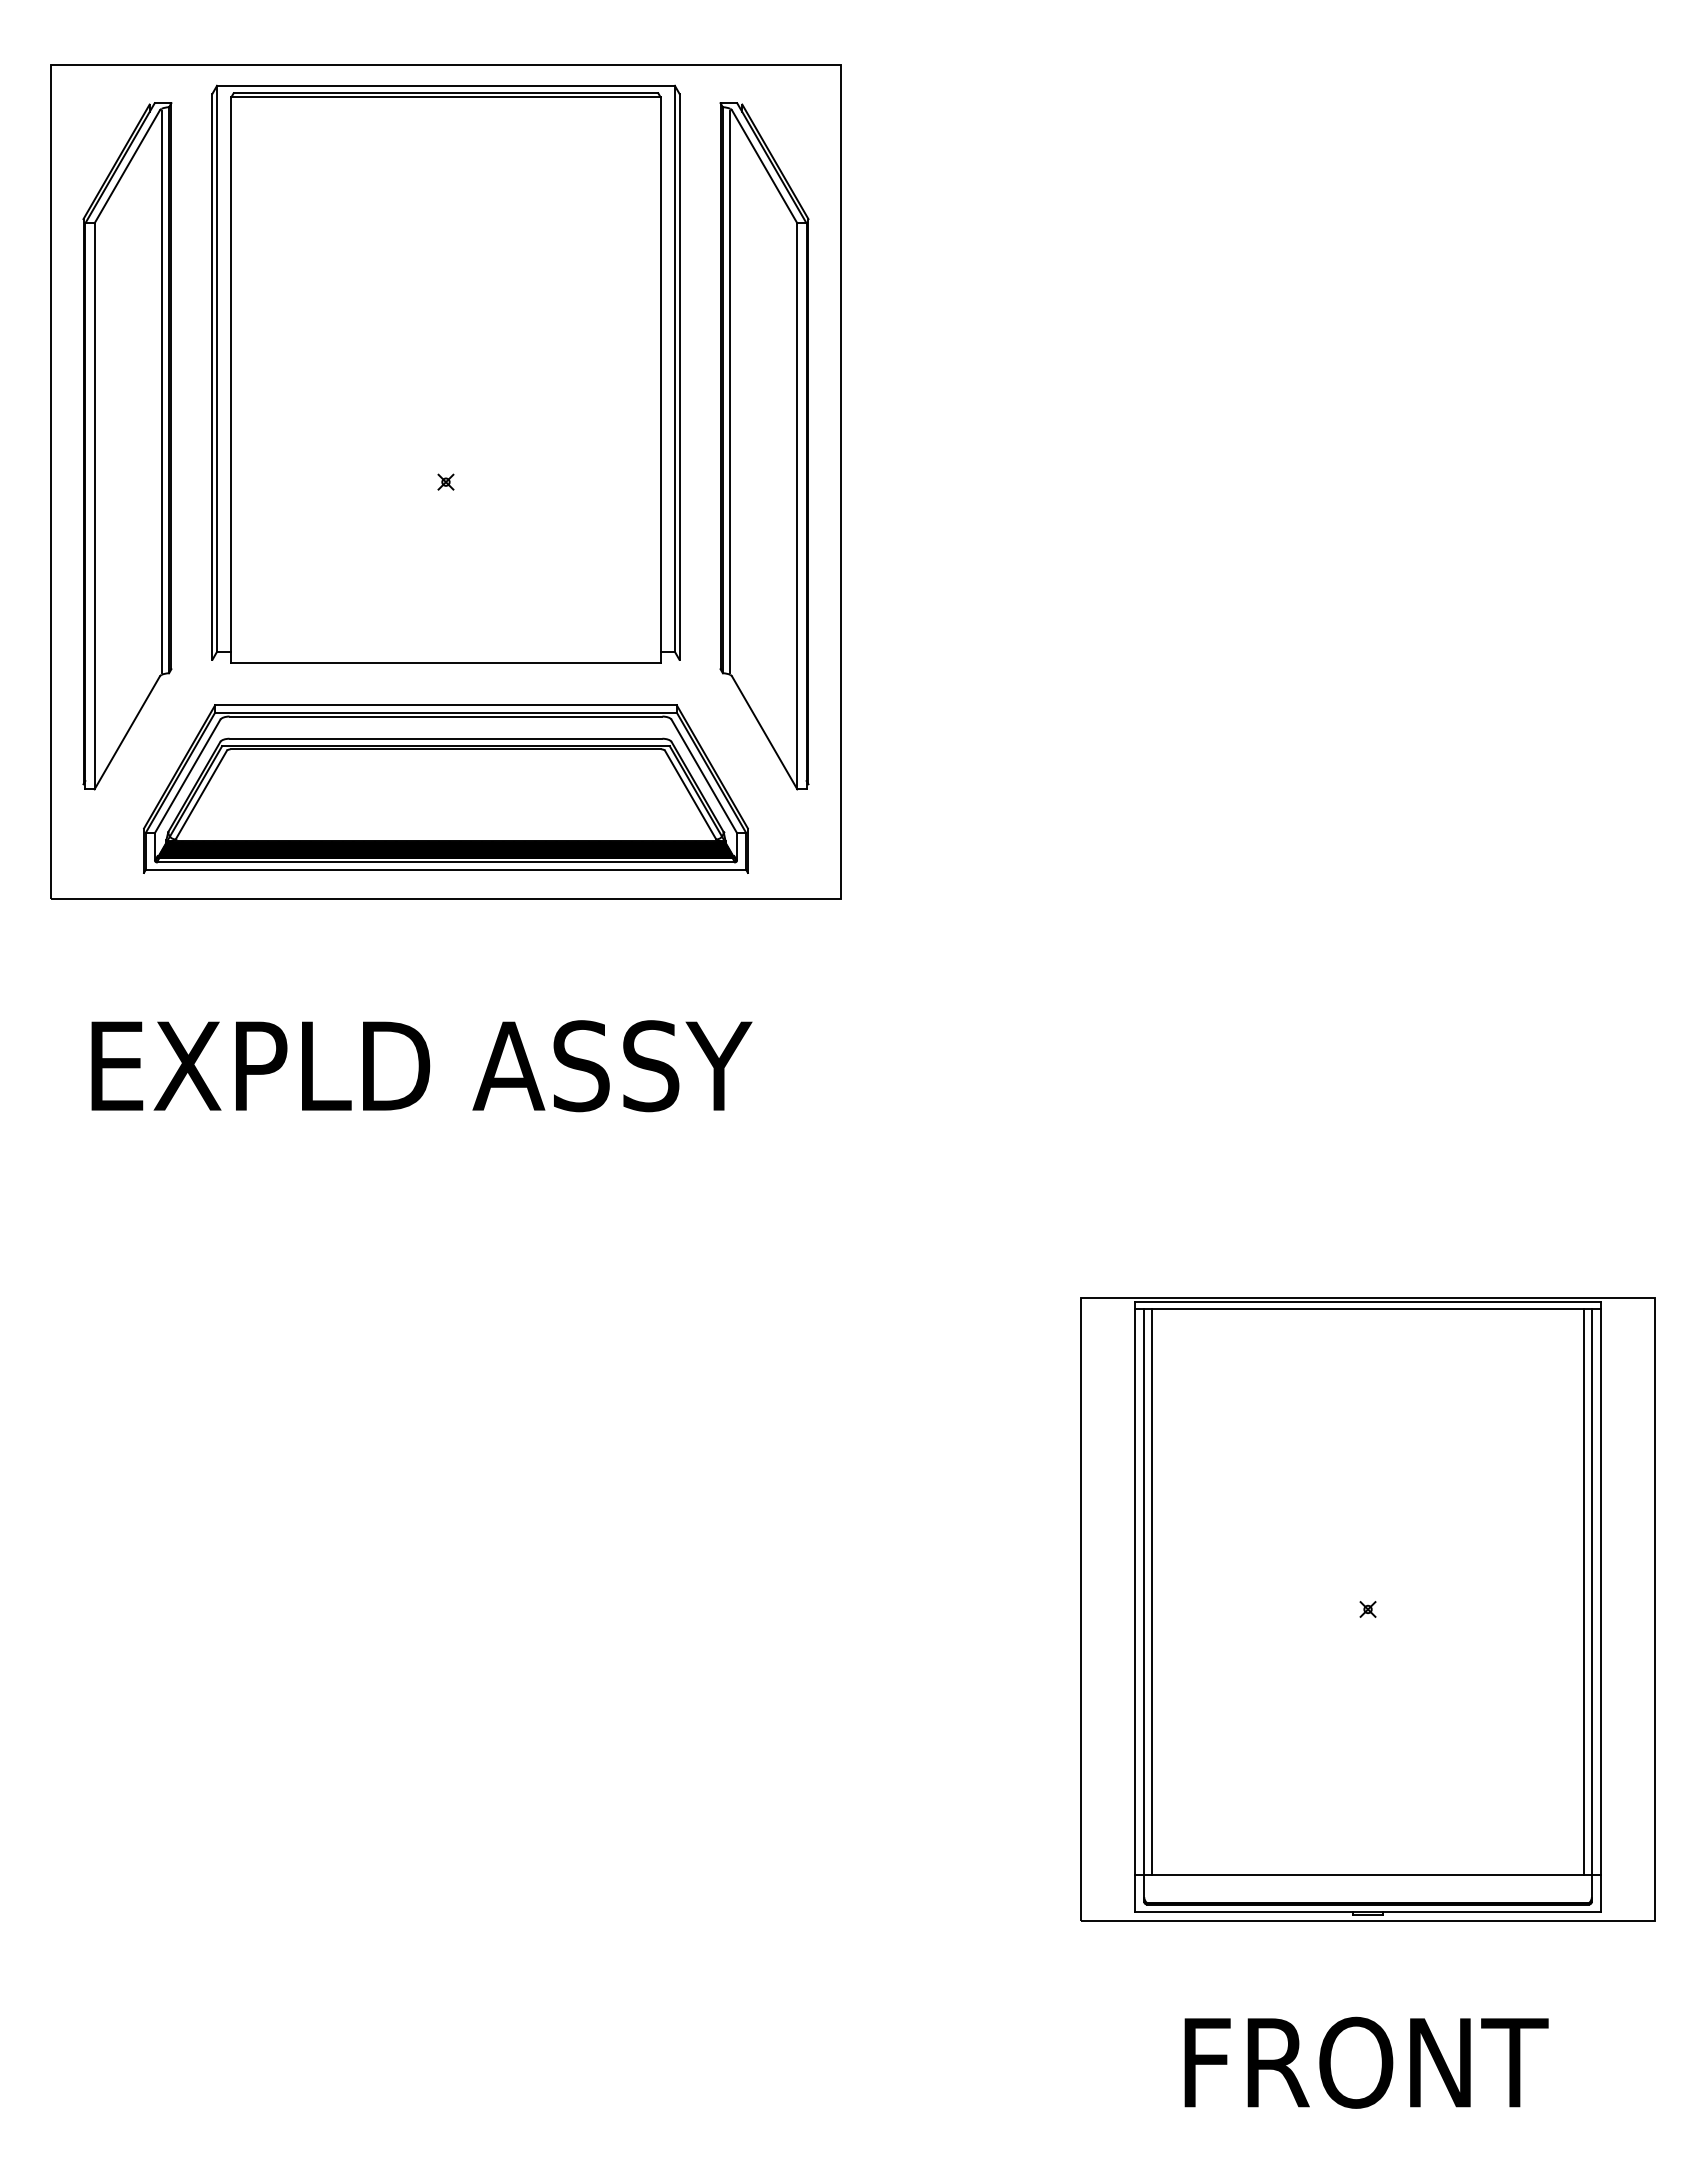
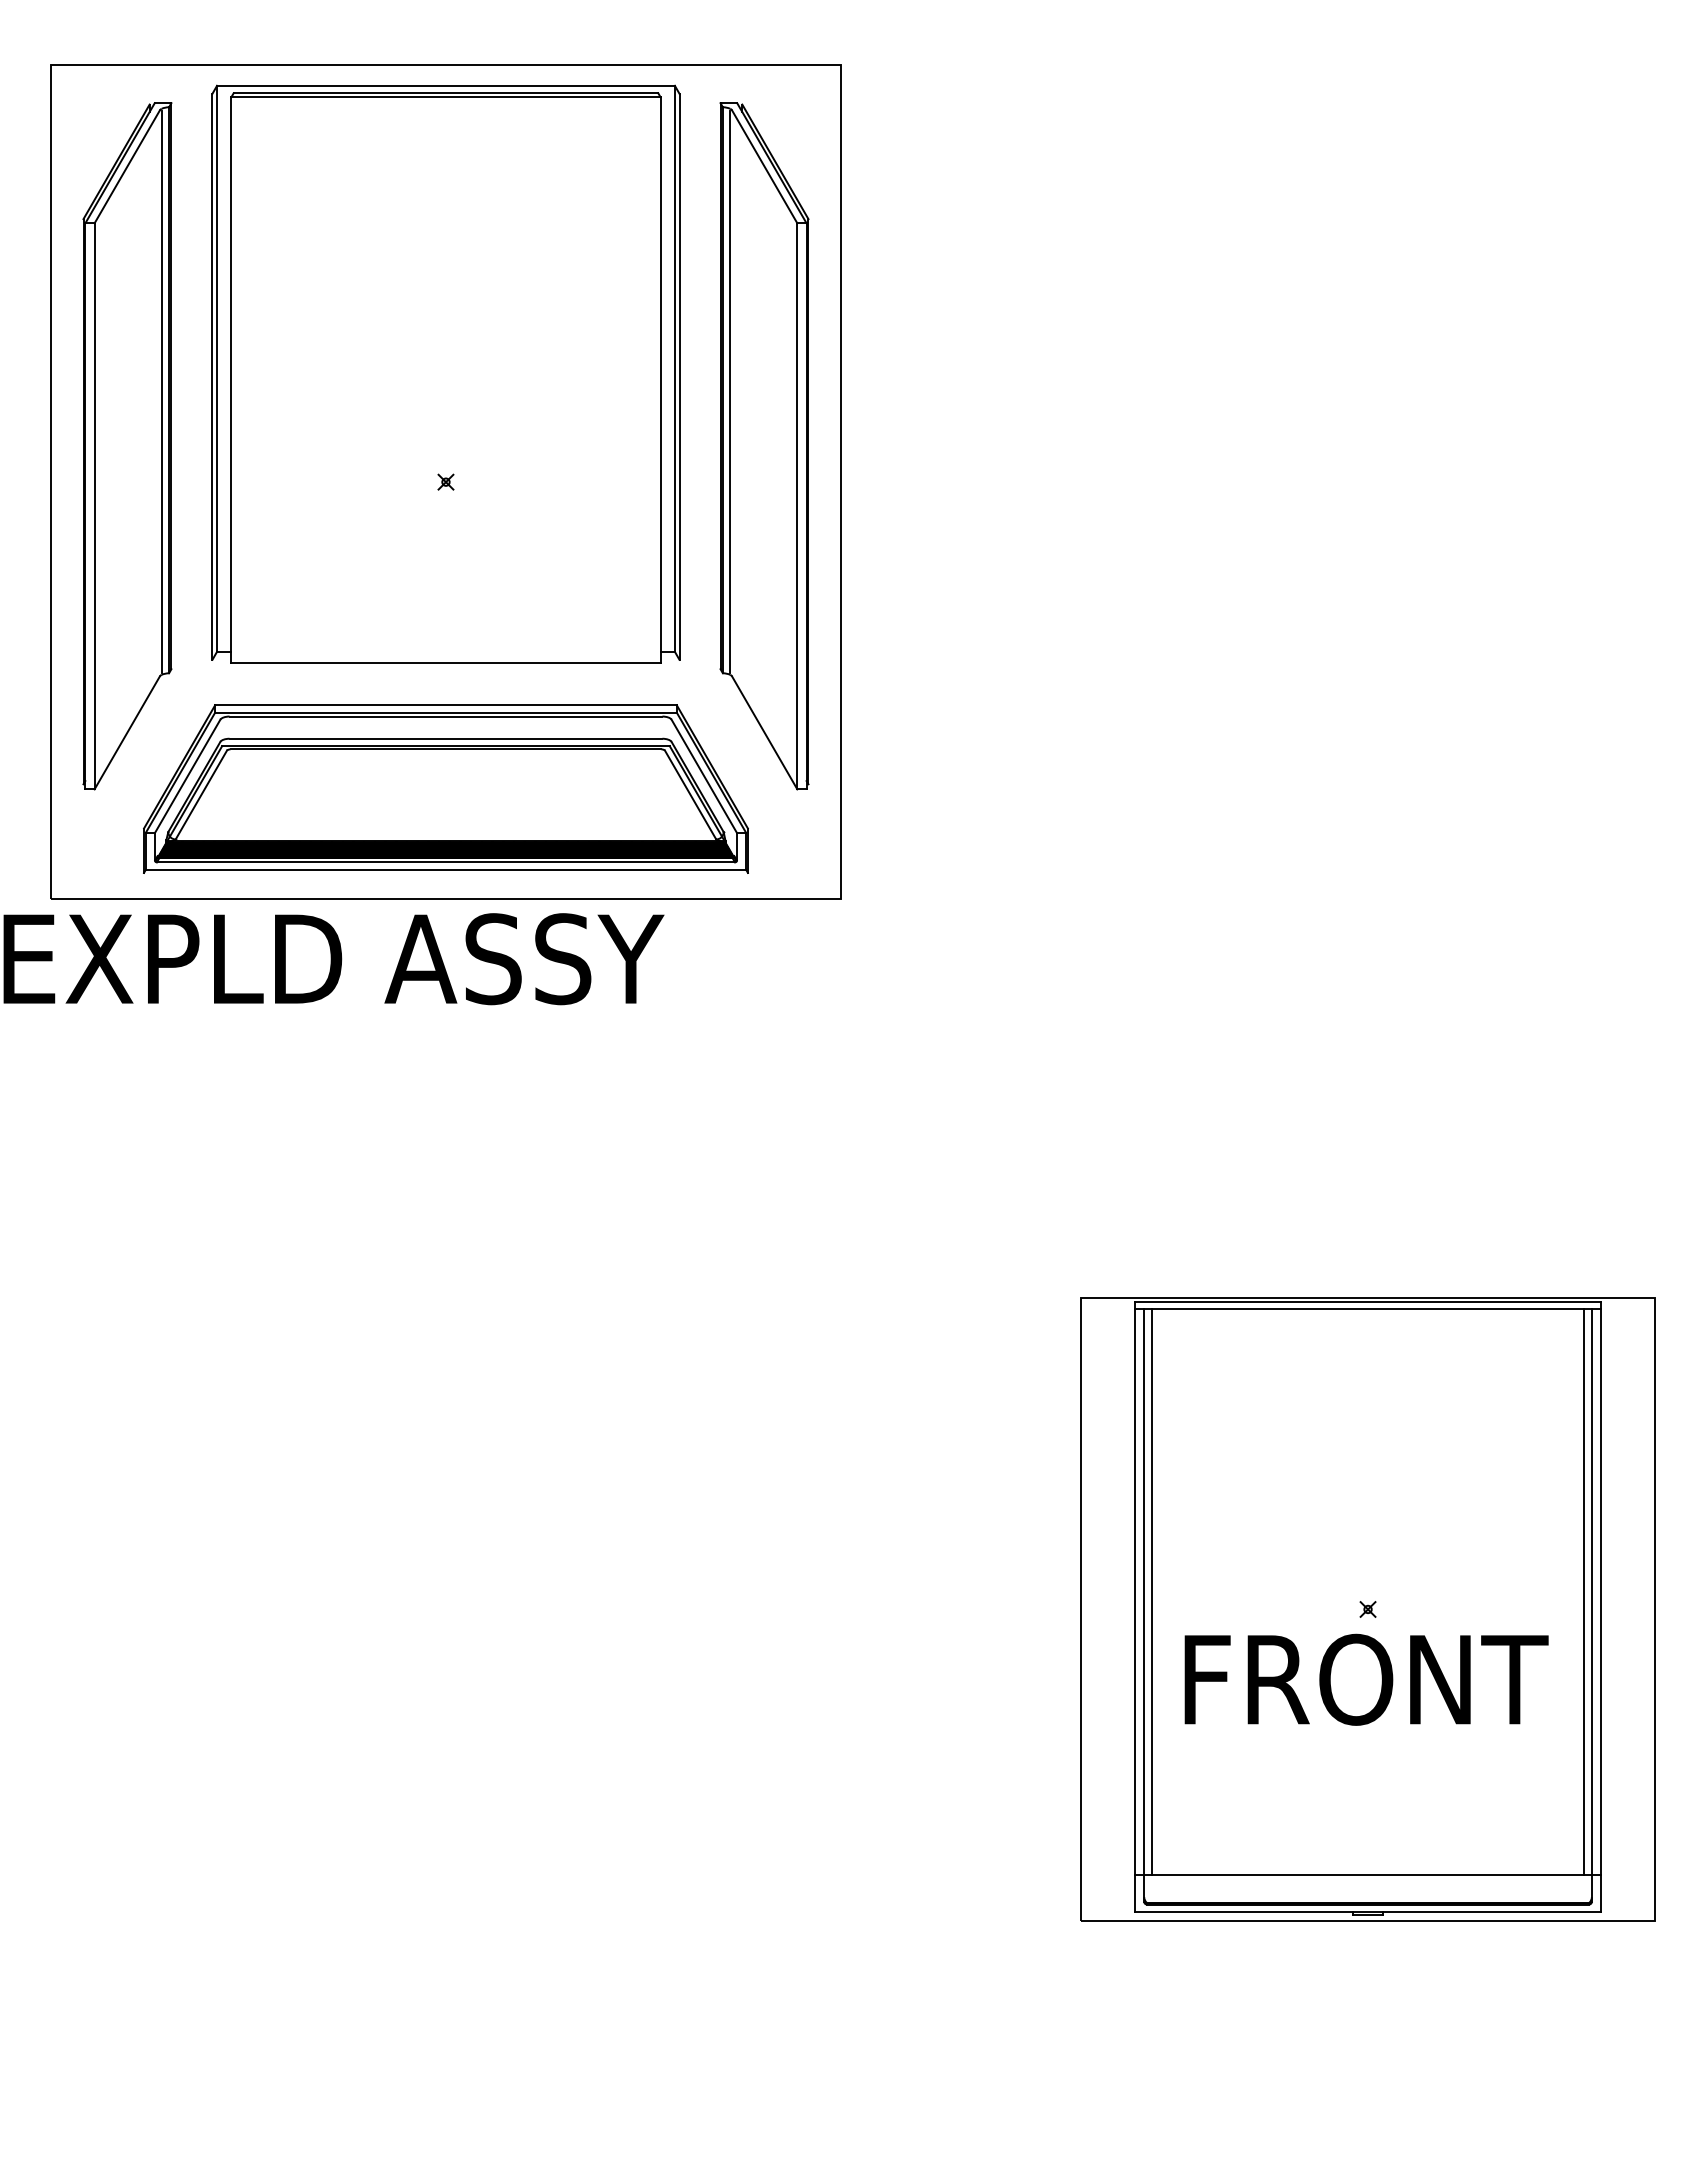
text at (421, 1066) position: (421, 1066) -> (333, 959)
text at (1366, 2062) position: (1366, 2062) -> (1366, 1679)
